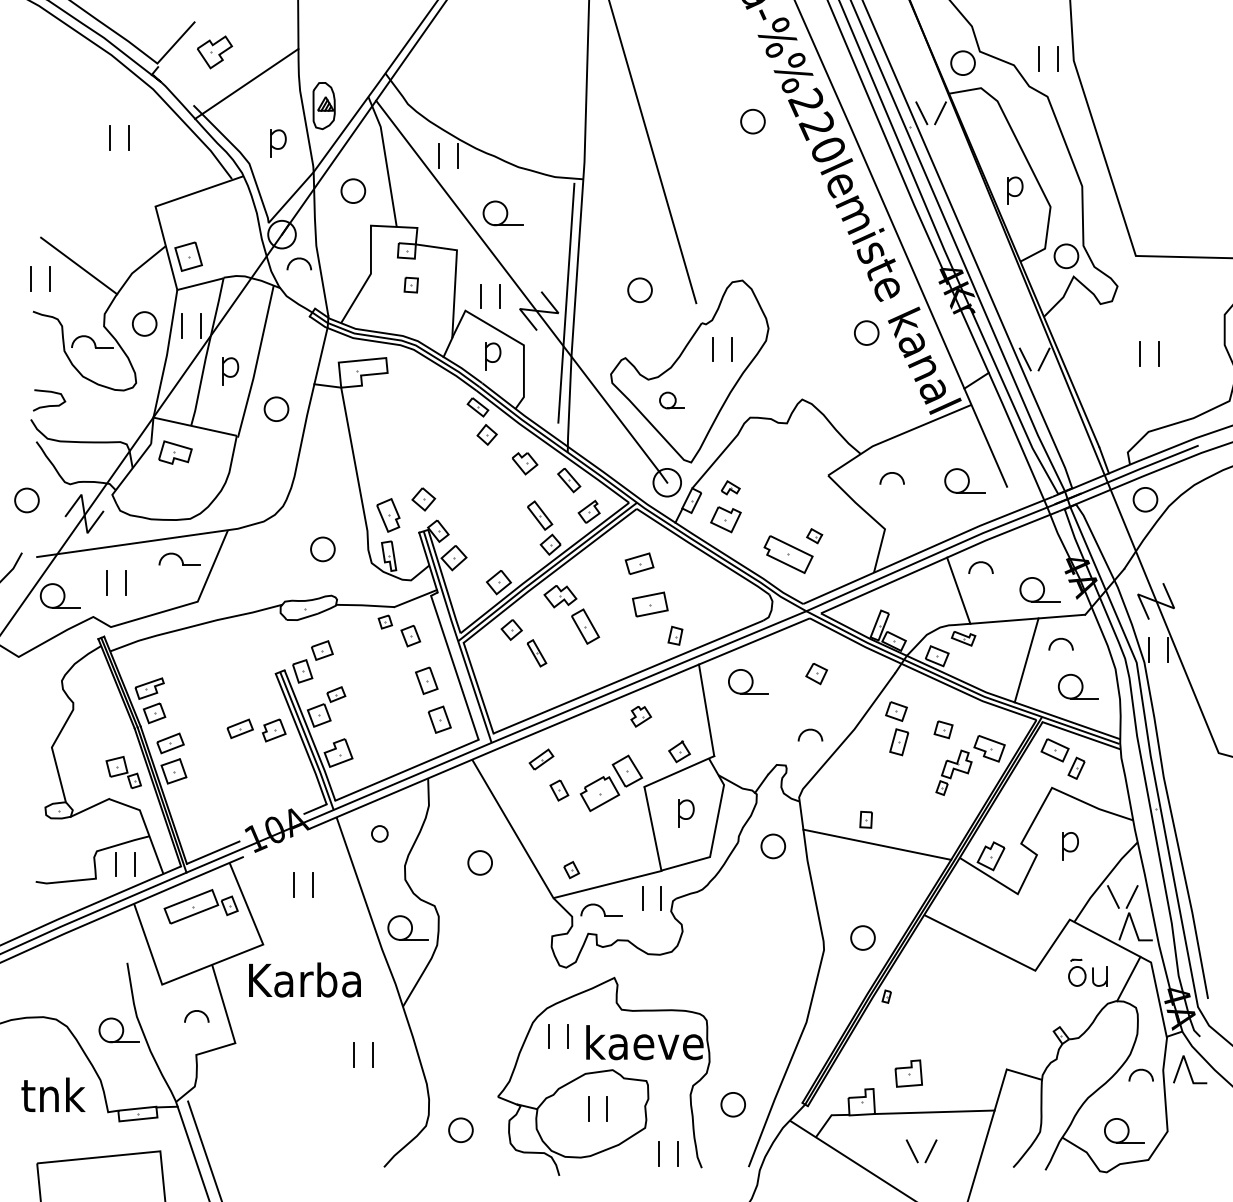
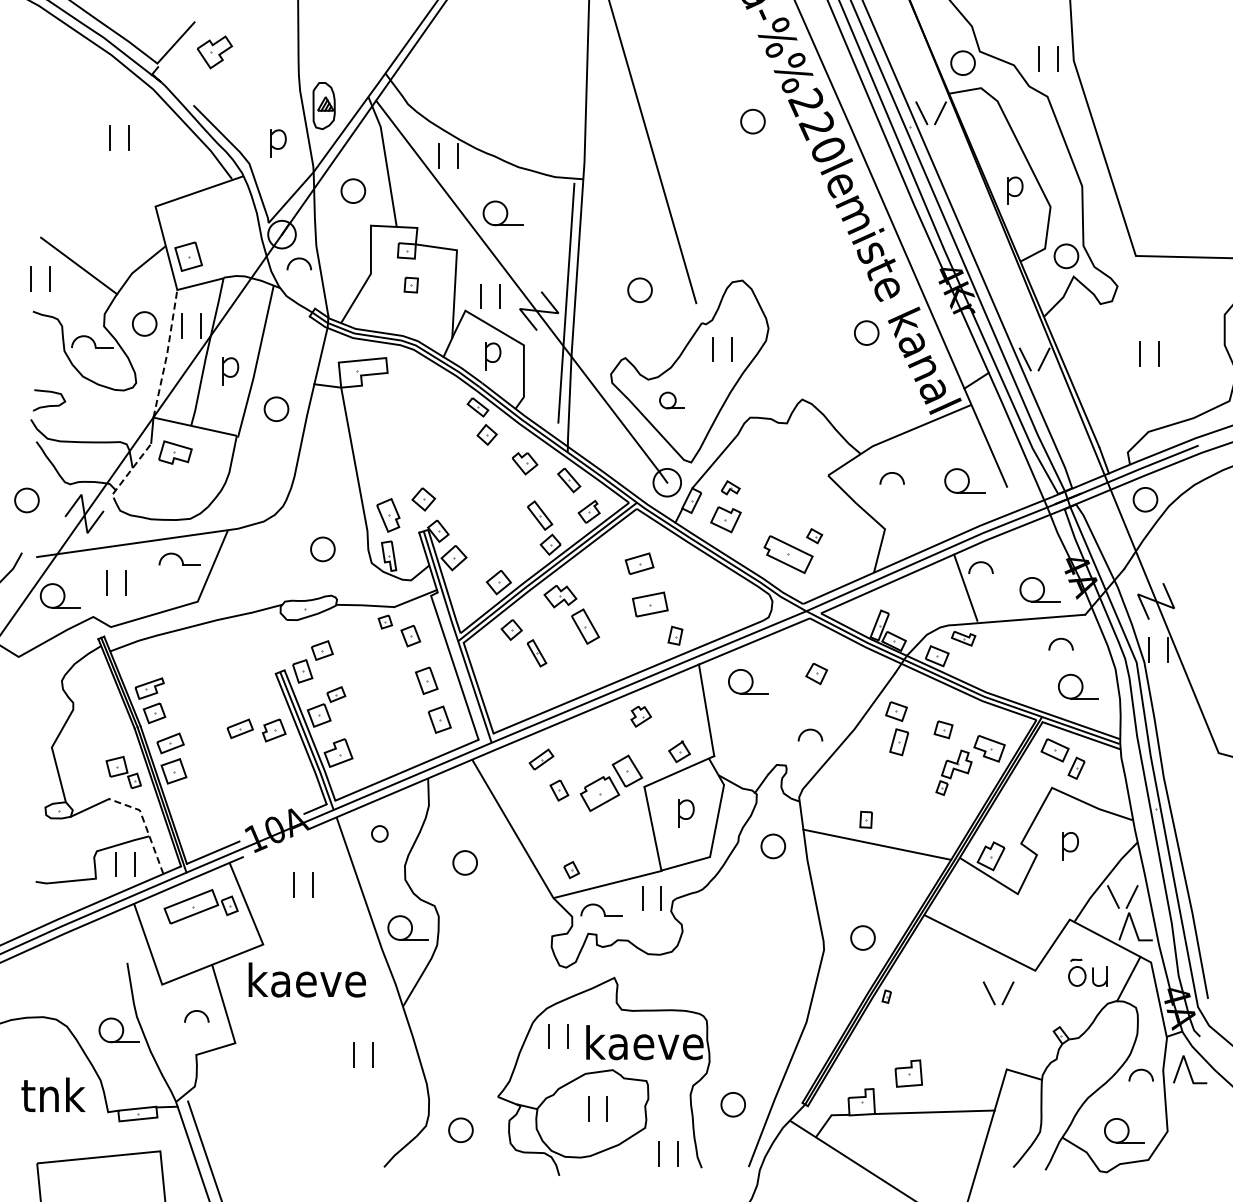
line at (246, 83): present -> none
line at (167, 354): solid -> dashed
line at (128, 473): solid -> dashed
line at (958, 590) position: (958, 590) -> (965, 587)
line at (1026, 660): present -> none
line at (145, 826): solid -> dashed
part at (479, 862) position: (479, 862) -> (464, 862)
text at (307, 979): Karba -> kaeve
part at (915, 1155) position: (915, 1155) -> (992, 997)
